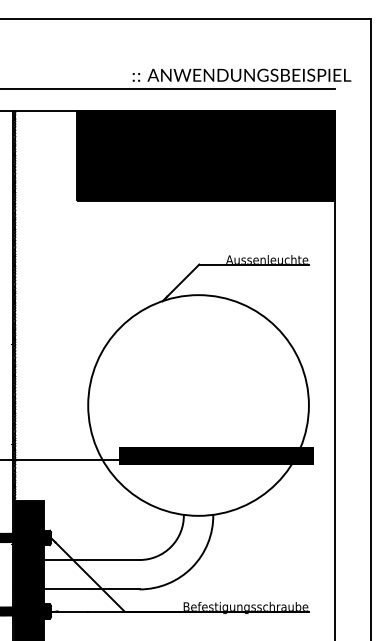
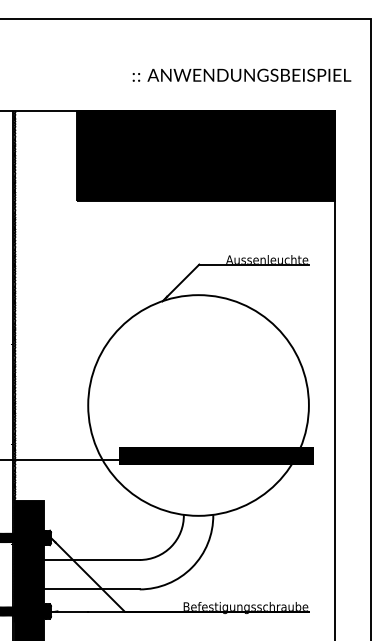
line at (168, 89): present -> none
